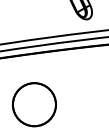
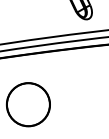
circle at (34, 104) position: (34, 104) -> (28, 104)
